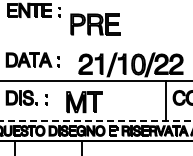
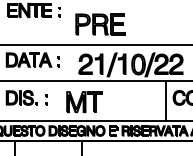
part at (95, 24) position: (95, 24) -> (100, 24)
line at (95, 45): none -> present
line at (96, 120): dashed -> solid
